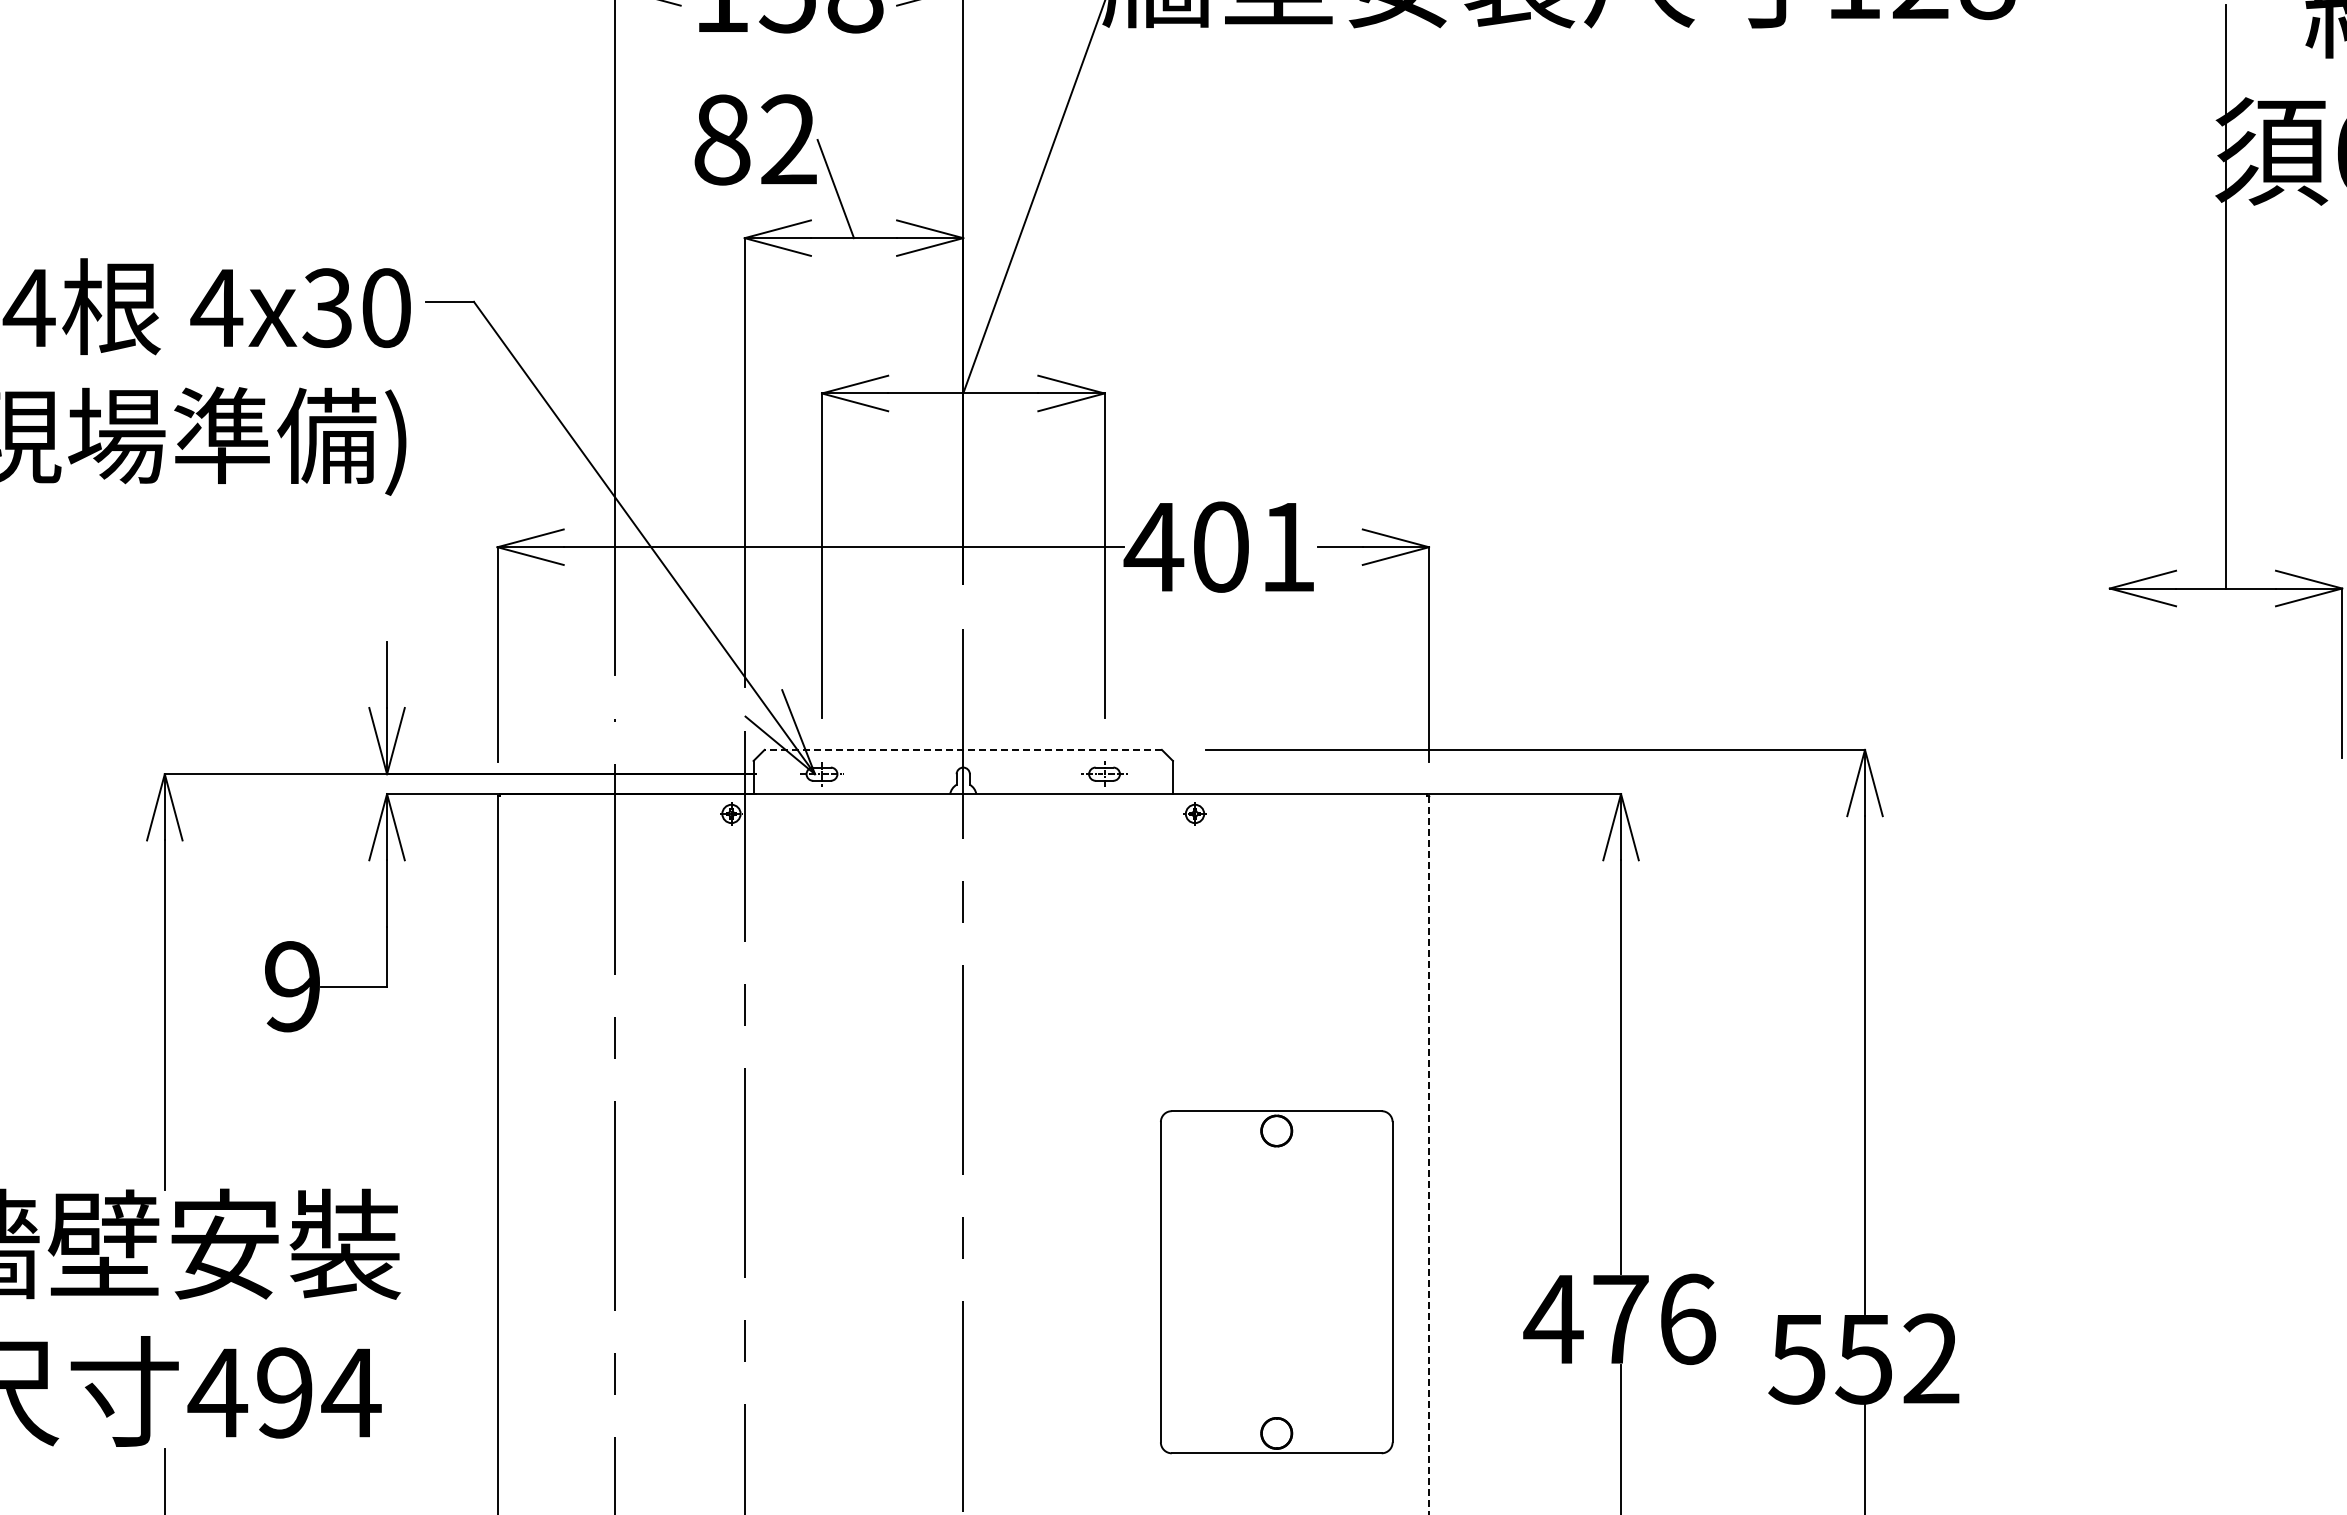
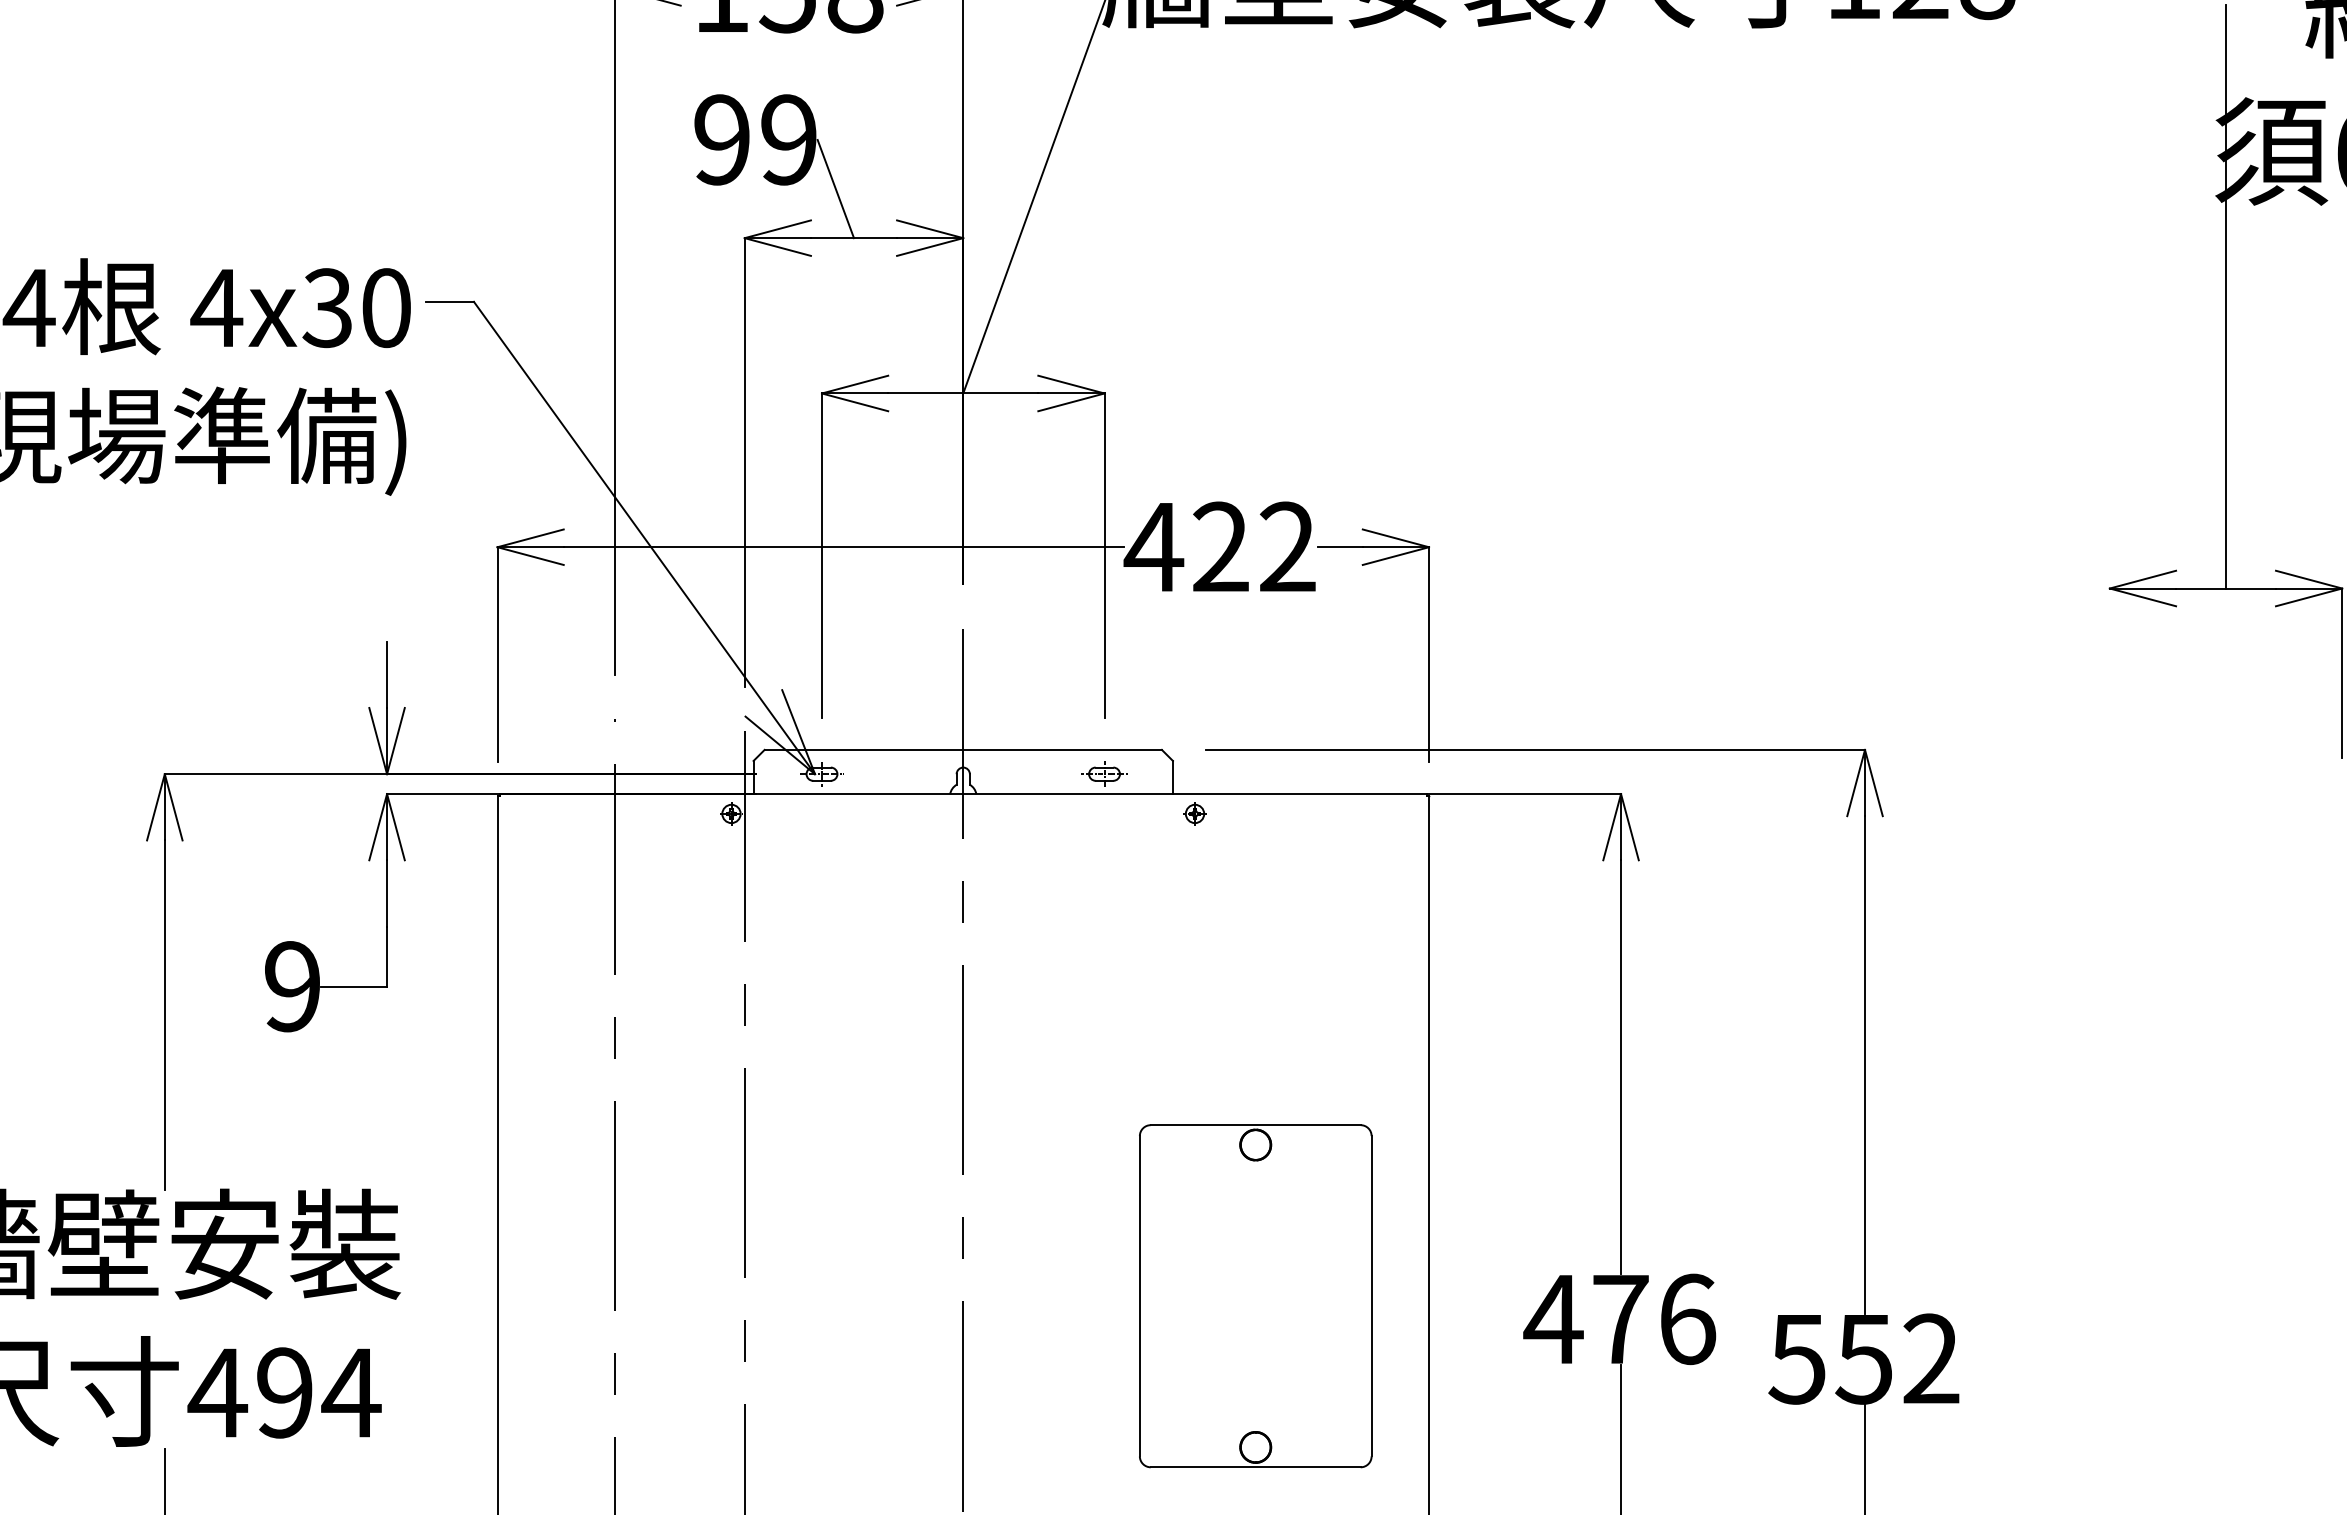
text at (755, 139): 82 -> 99
text at (1254, 546): 401 -> 422
line at (963, 749): dashed -> solid
line at (1429, 1156): dashed -> solid
part at (1276, 1282) position: (1276, 1282) -> (1255, 1296)
